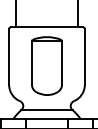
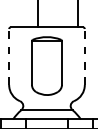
line at (15, 14) position: (15, 14) -> (37, 14)
line at (9, 56): solid -> dashed
line at (84, 56): solid -> dashed
